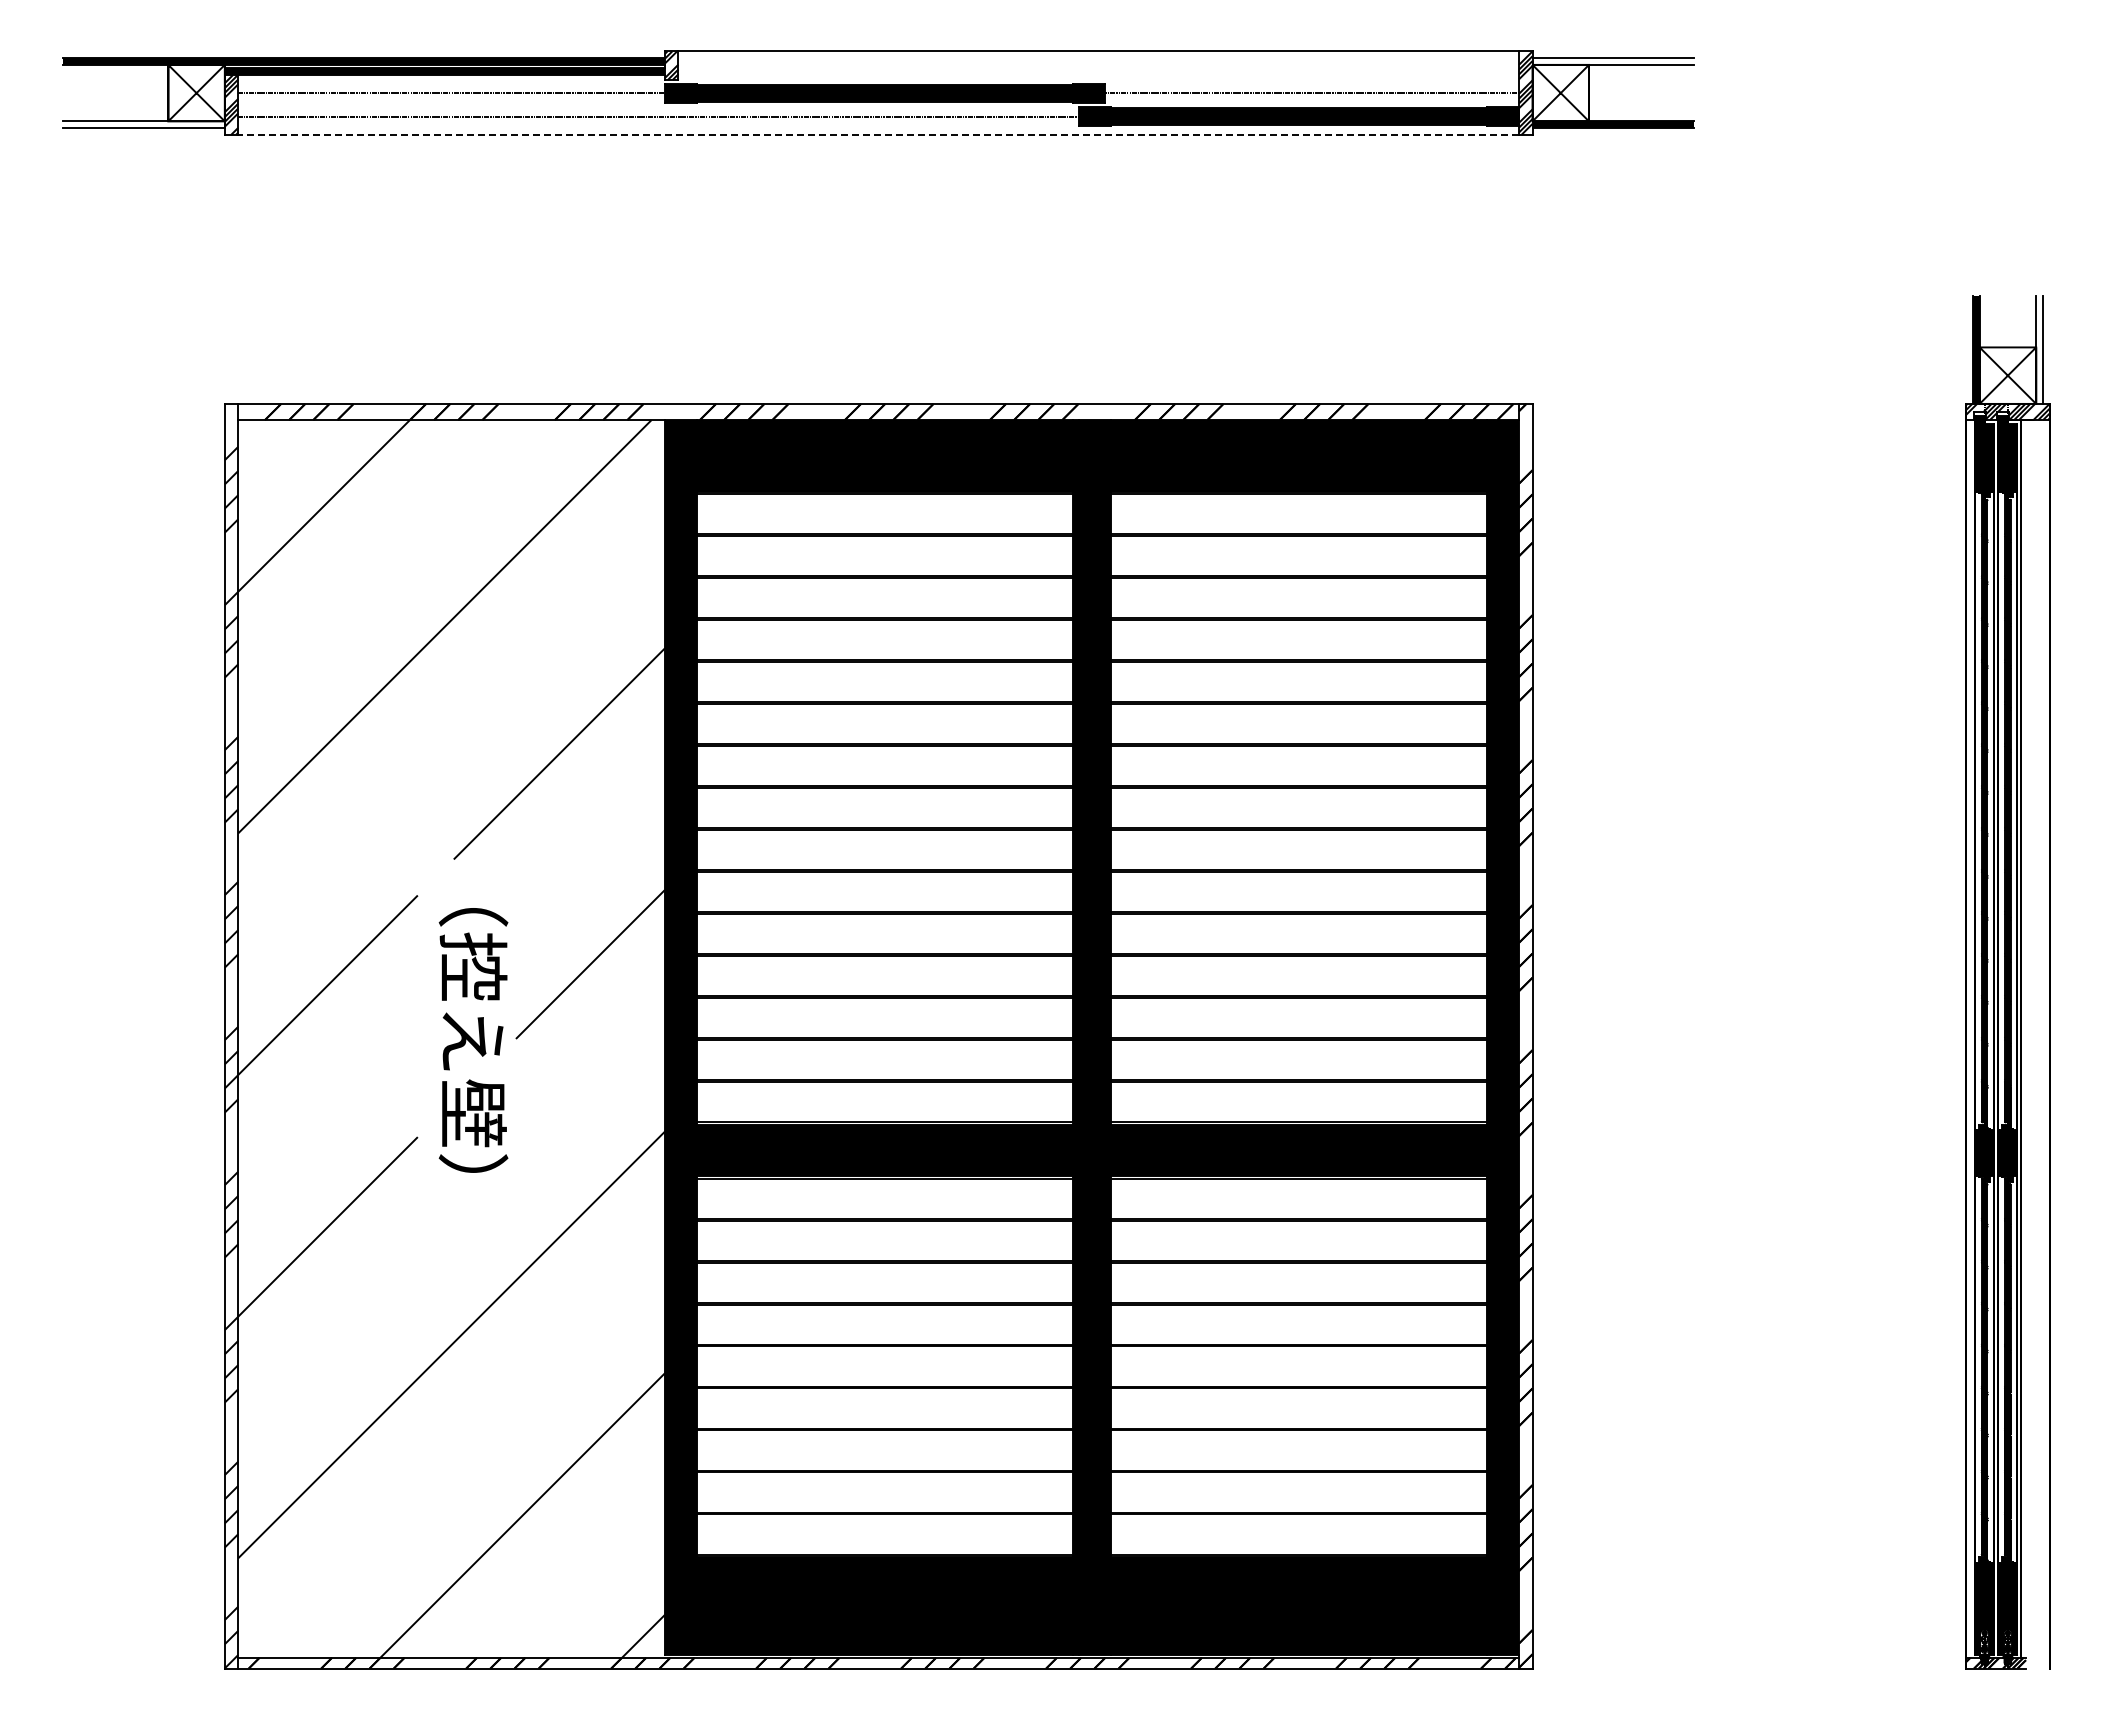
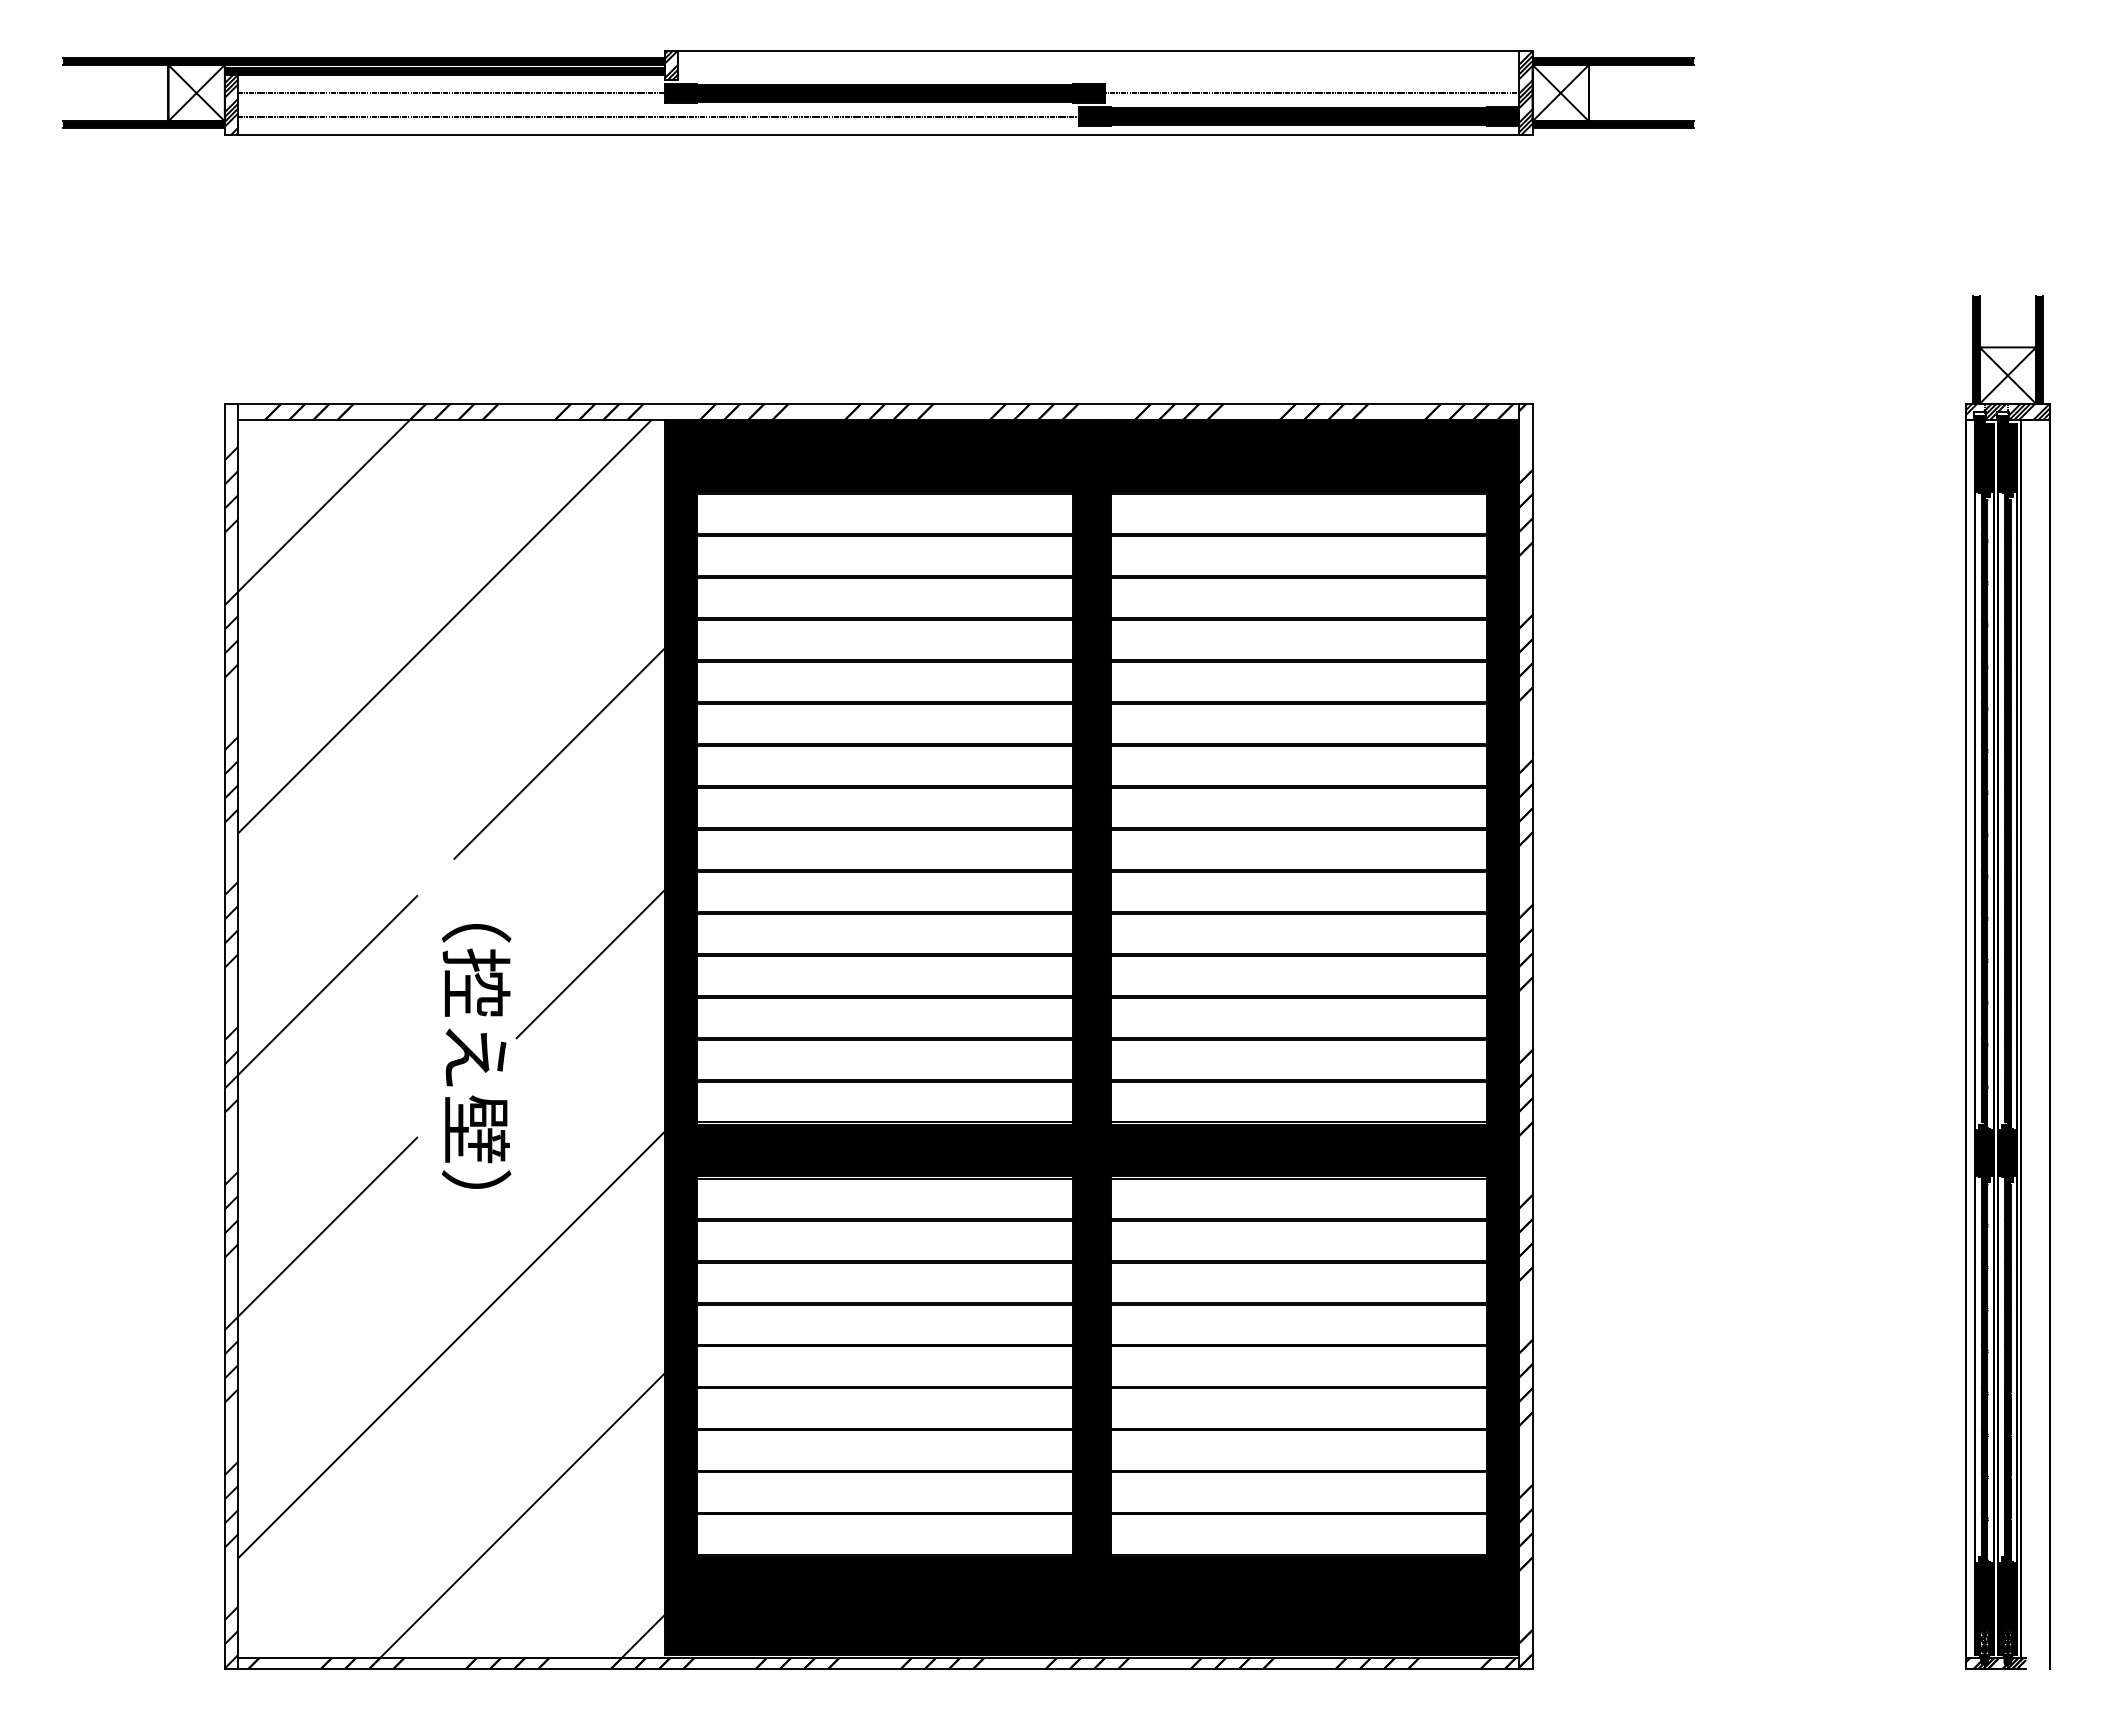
fill at (1612, 61): none -> present
fill at (143, 124): none -> present
line at (878, 134): dashed -> solid
fill at (2039, 349): none -> present
text at (473, 1040) position: (473, 1040) -> (476, 1056)
